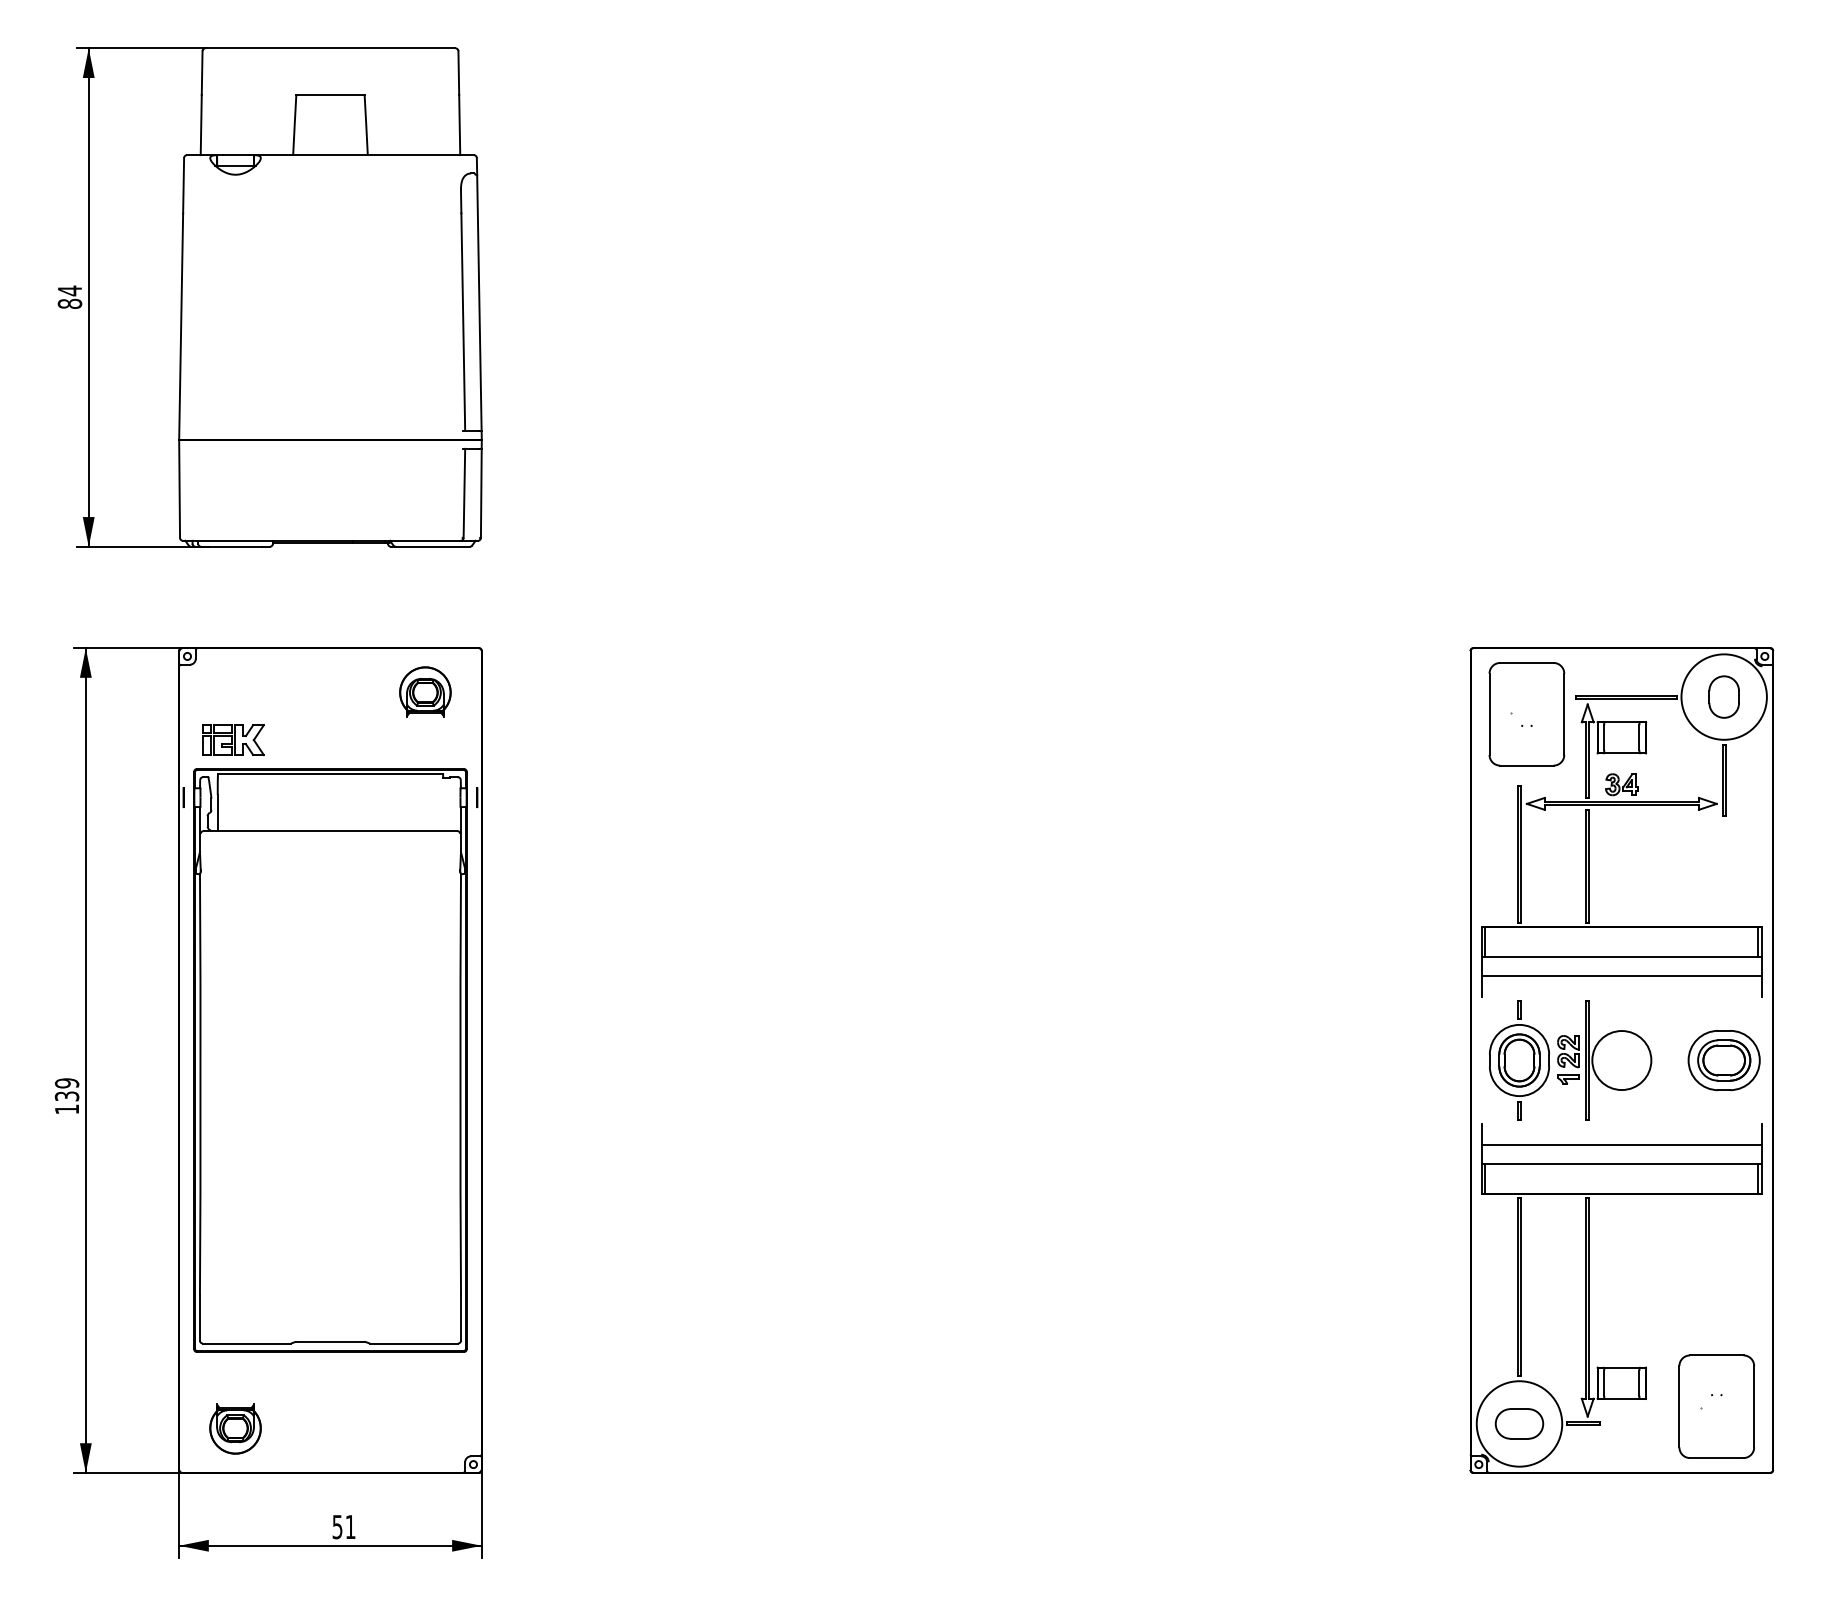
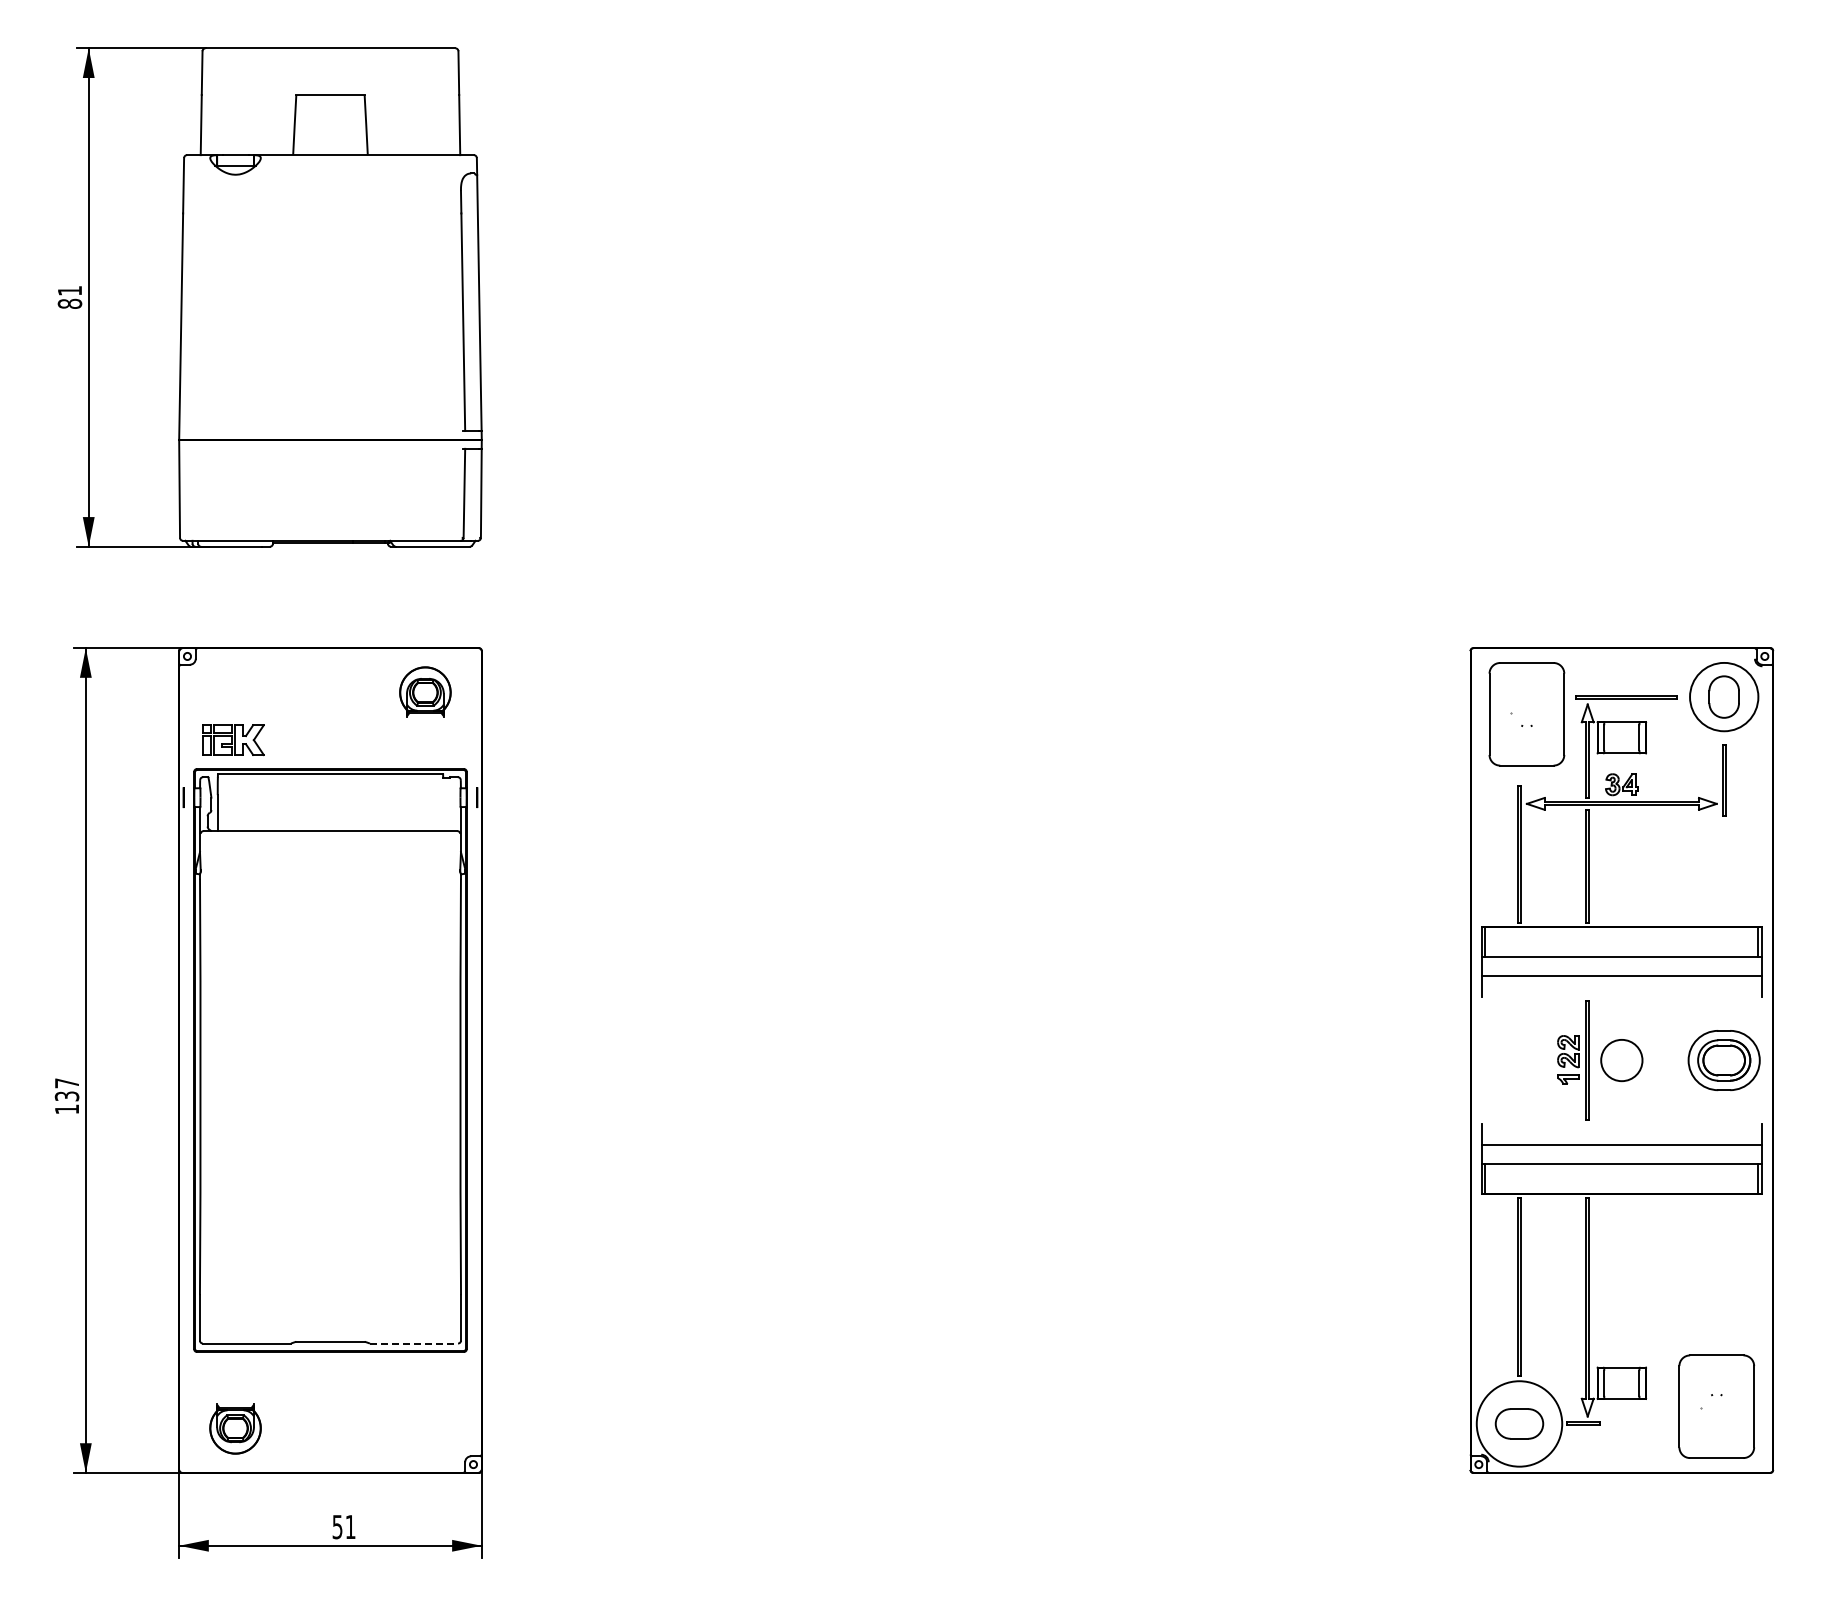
text at (69, 290): 84 -> 81
circle at (1723, 696) diameter: 85 px -> 68 px
part at (1519, 1060): present -> none
circle at (1621, 1060) diameter: 59 px -> 41 px
text at (66, 1083): 139 -> 137
line at (414, 1343): solid -> dashed
